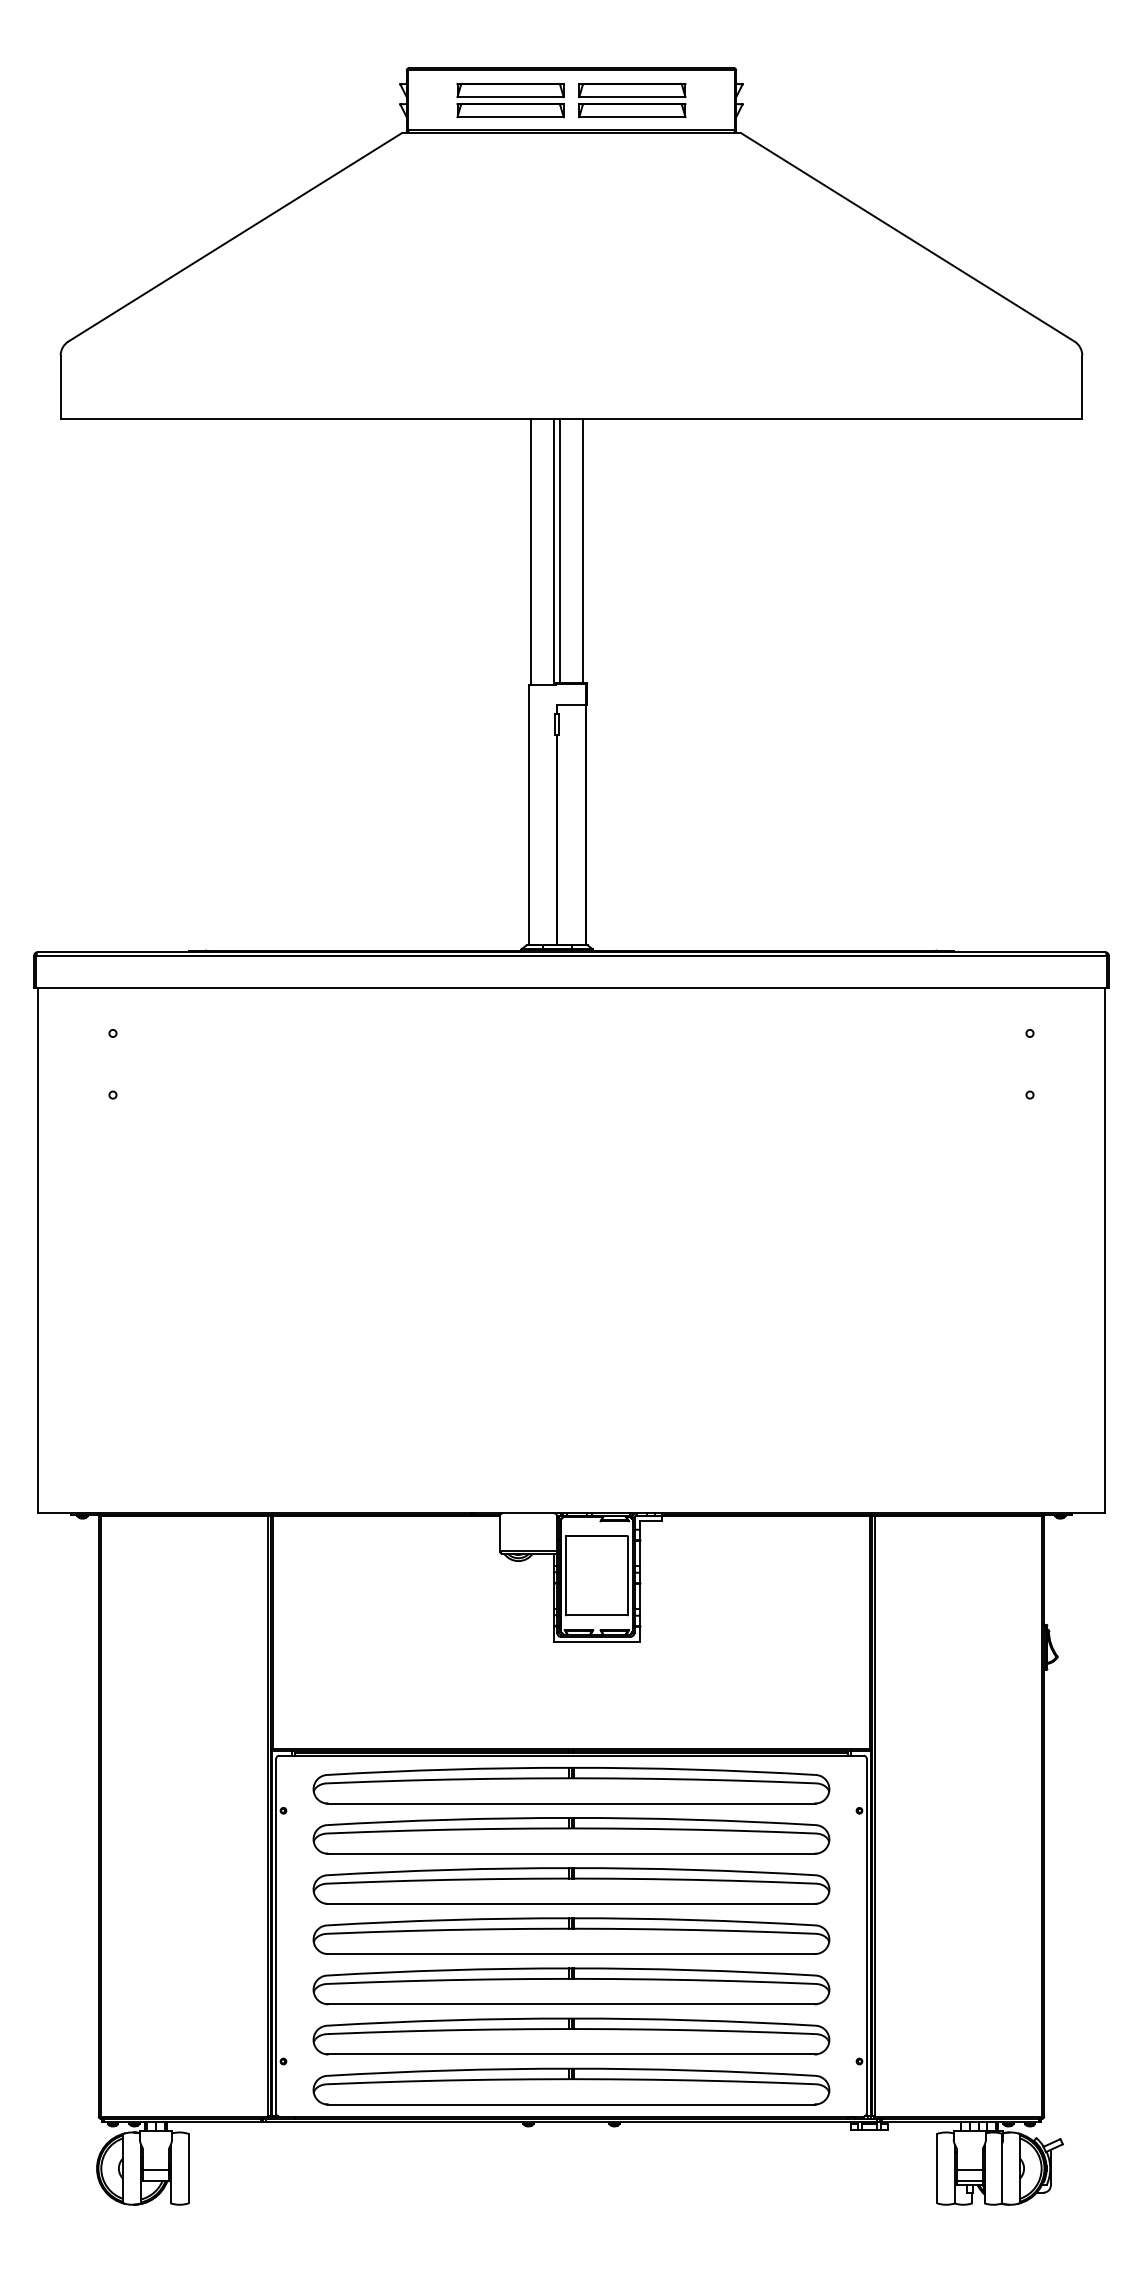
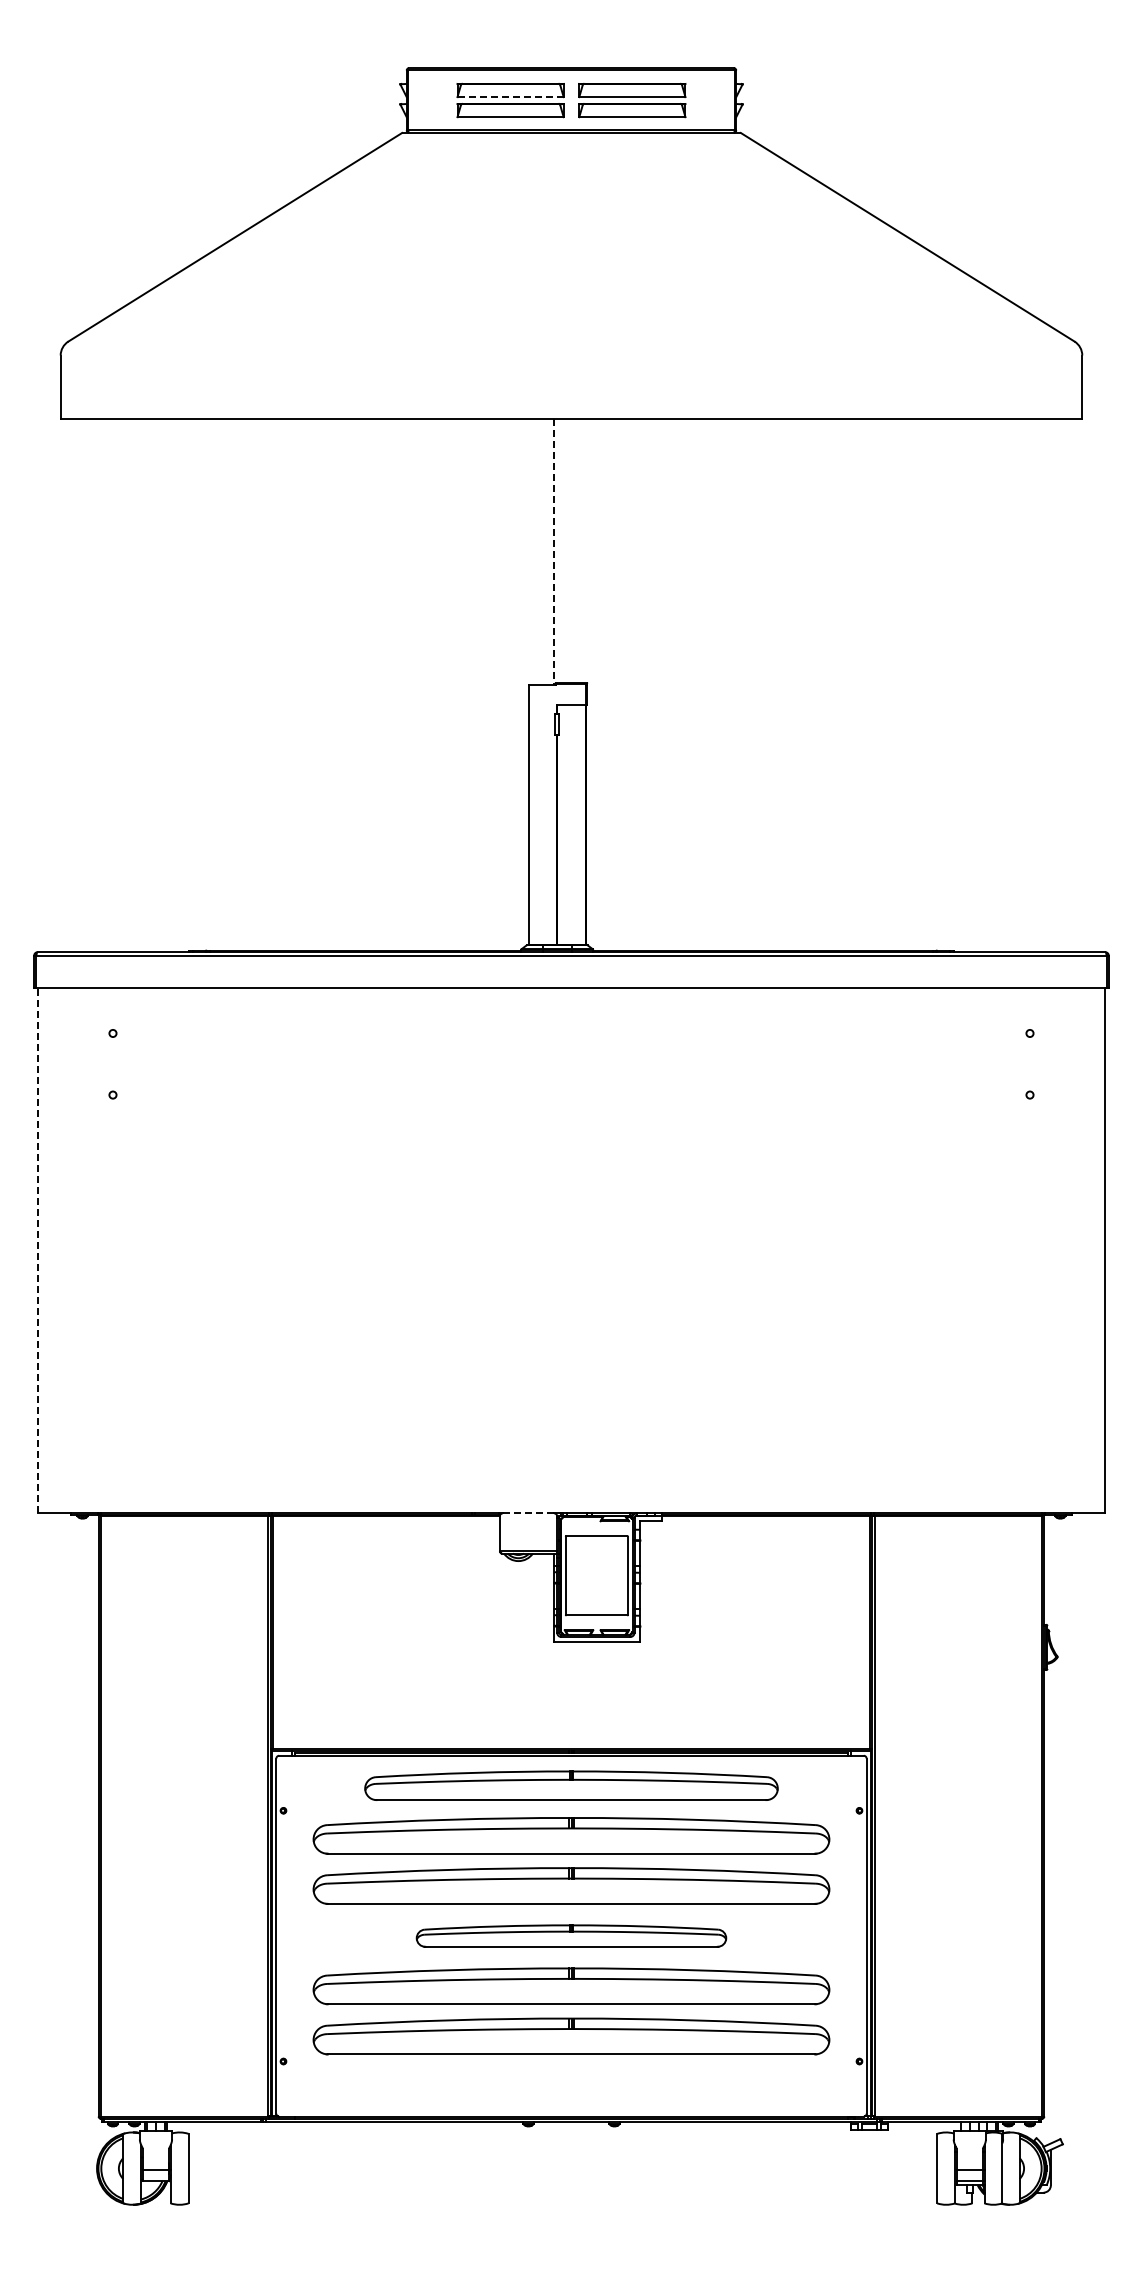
line at (511, 97): solid -> dashed
line at (560, 551): present -> none
line at (582, 551): present -> none
line at (531, 552): present -> none
line at (554, 552): solid -> dashed
line at (37, 1250): solid -> dashed
line at (528, 1513): solid -> dashed
part at (571, 1785) size: 519x38 px -> 415x31 px
part at (571, 1935) size: 519x38 px -> 313x24 px
part at (571, 2086): present -> none
